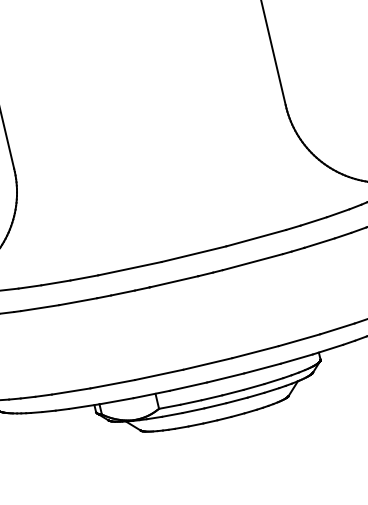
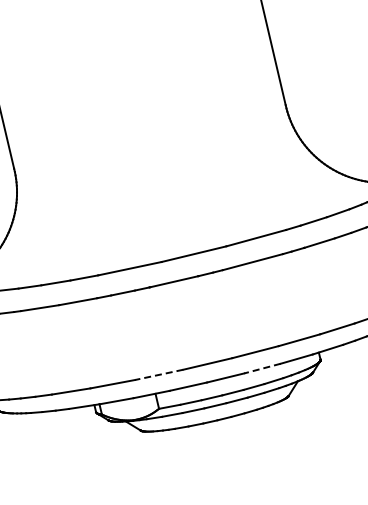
line at (262, 368): solid -> dashed
line at (159, 374): solid -> dashed
